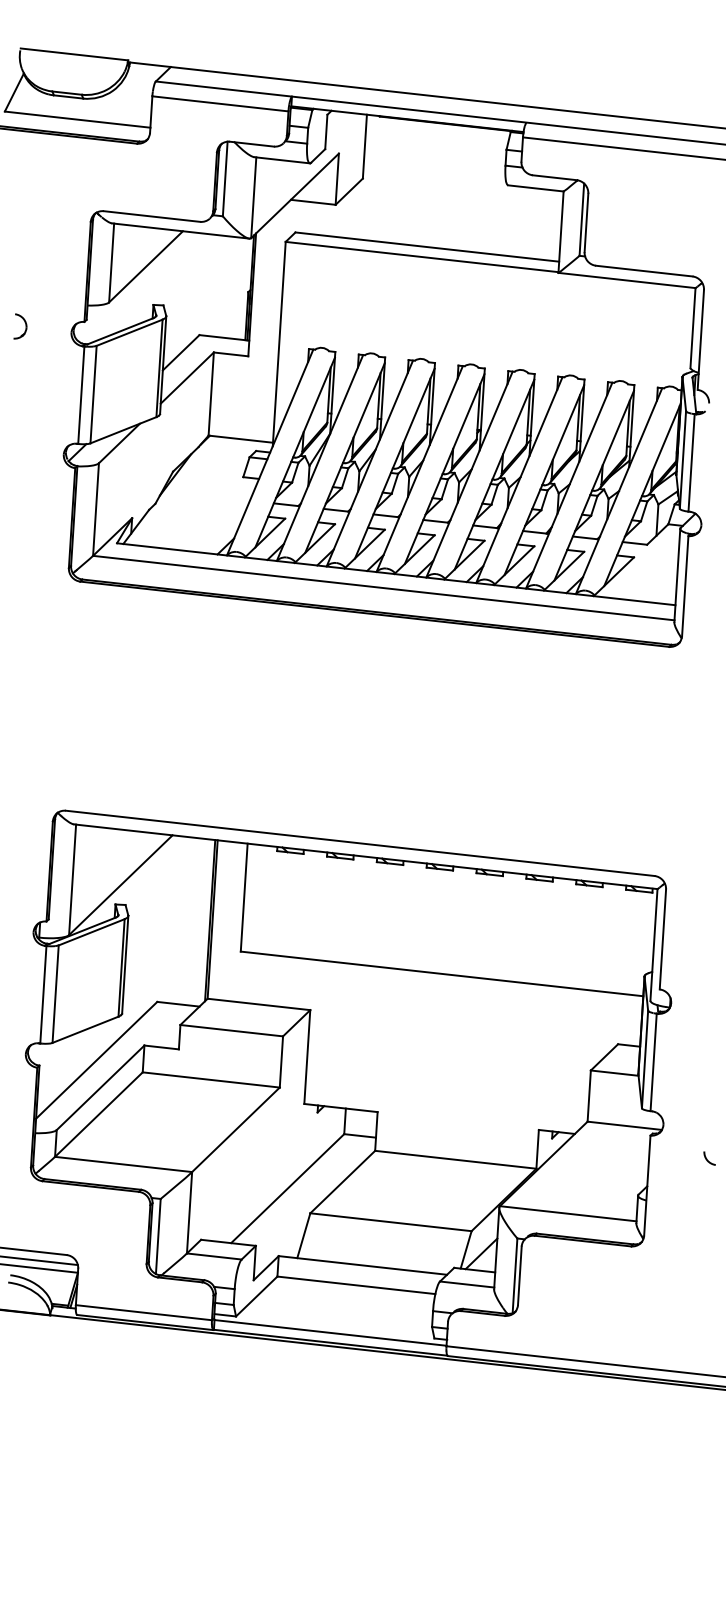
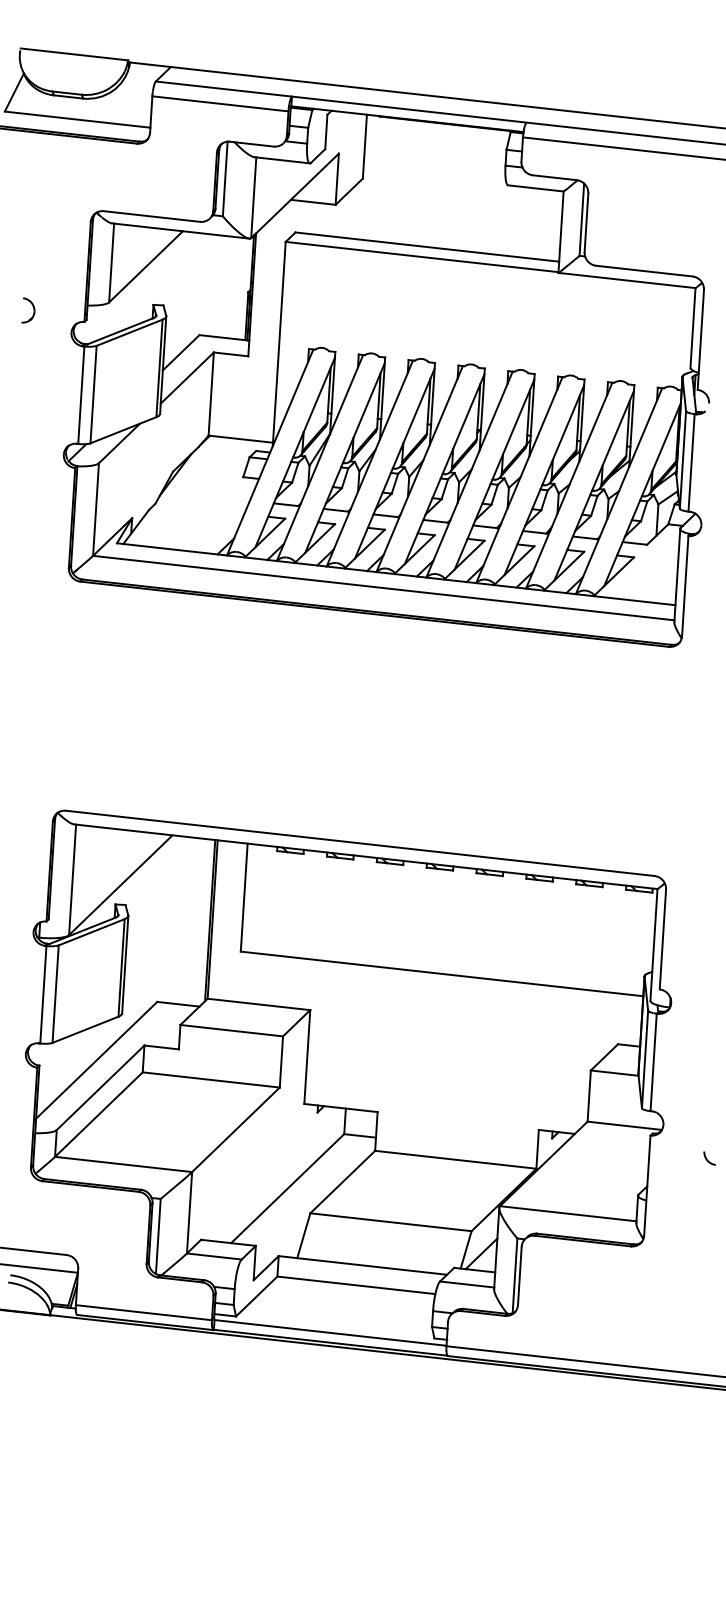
part at (20, 326) position: (20, 326) -> (28, 310)
line at (39, 1260): present -> none
